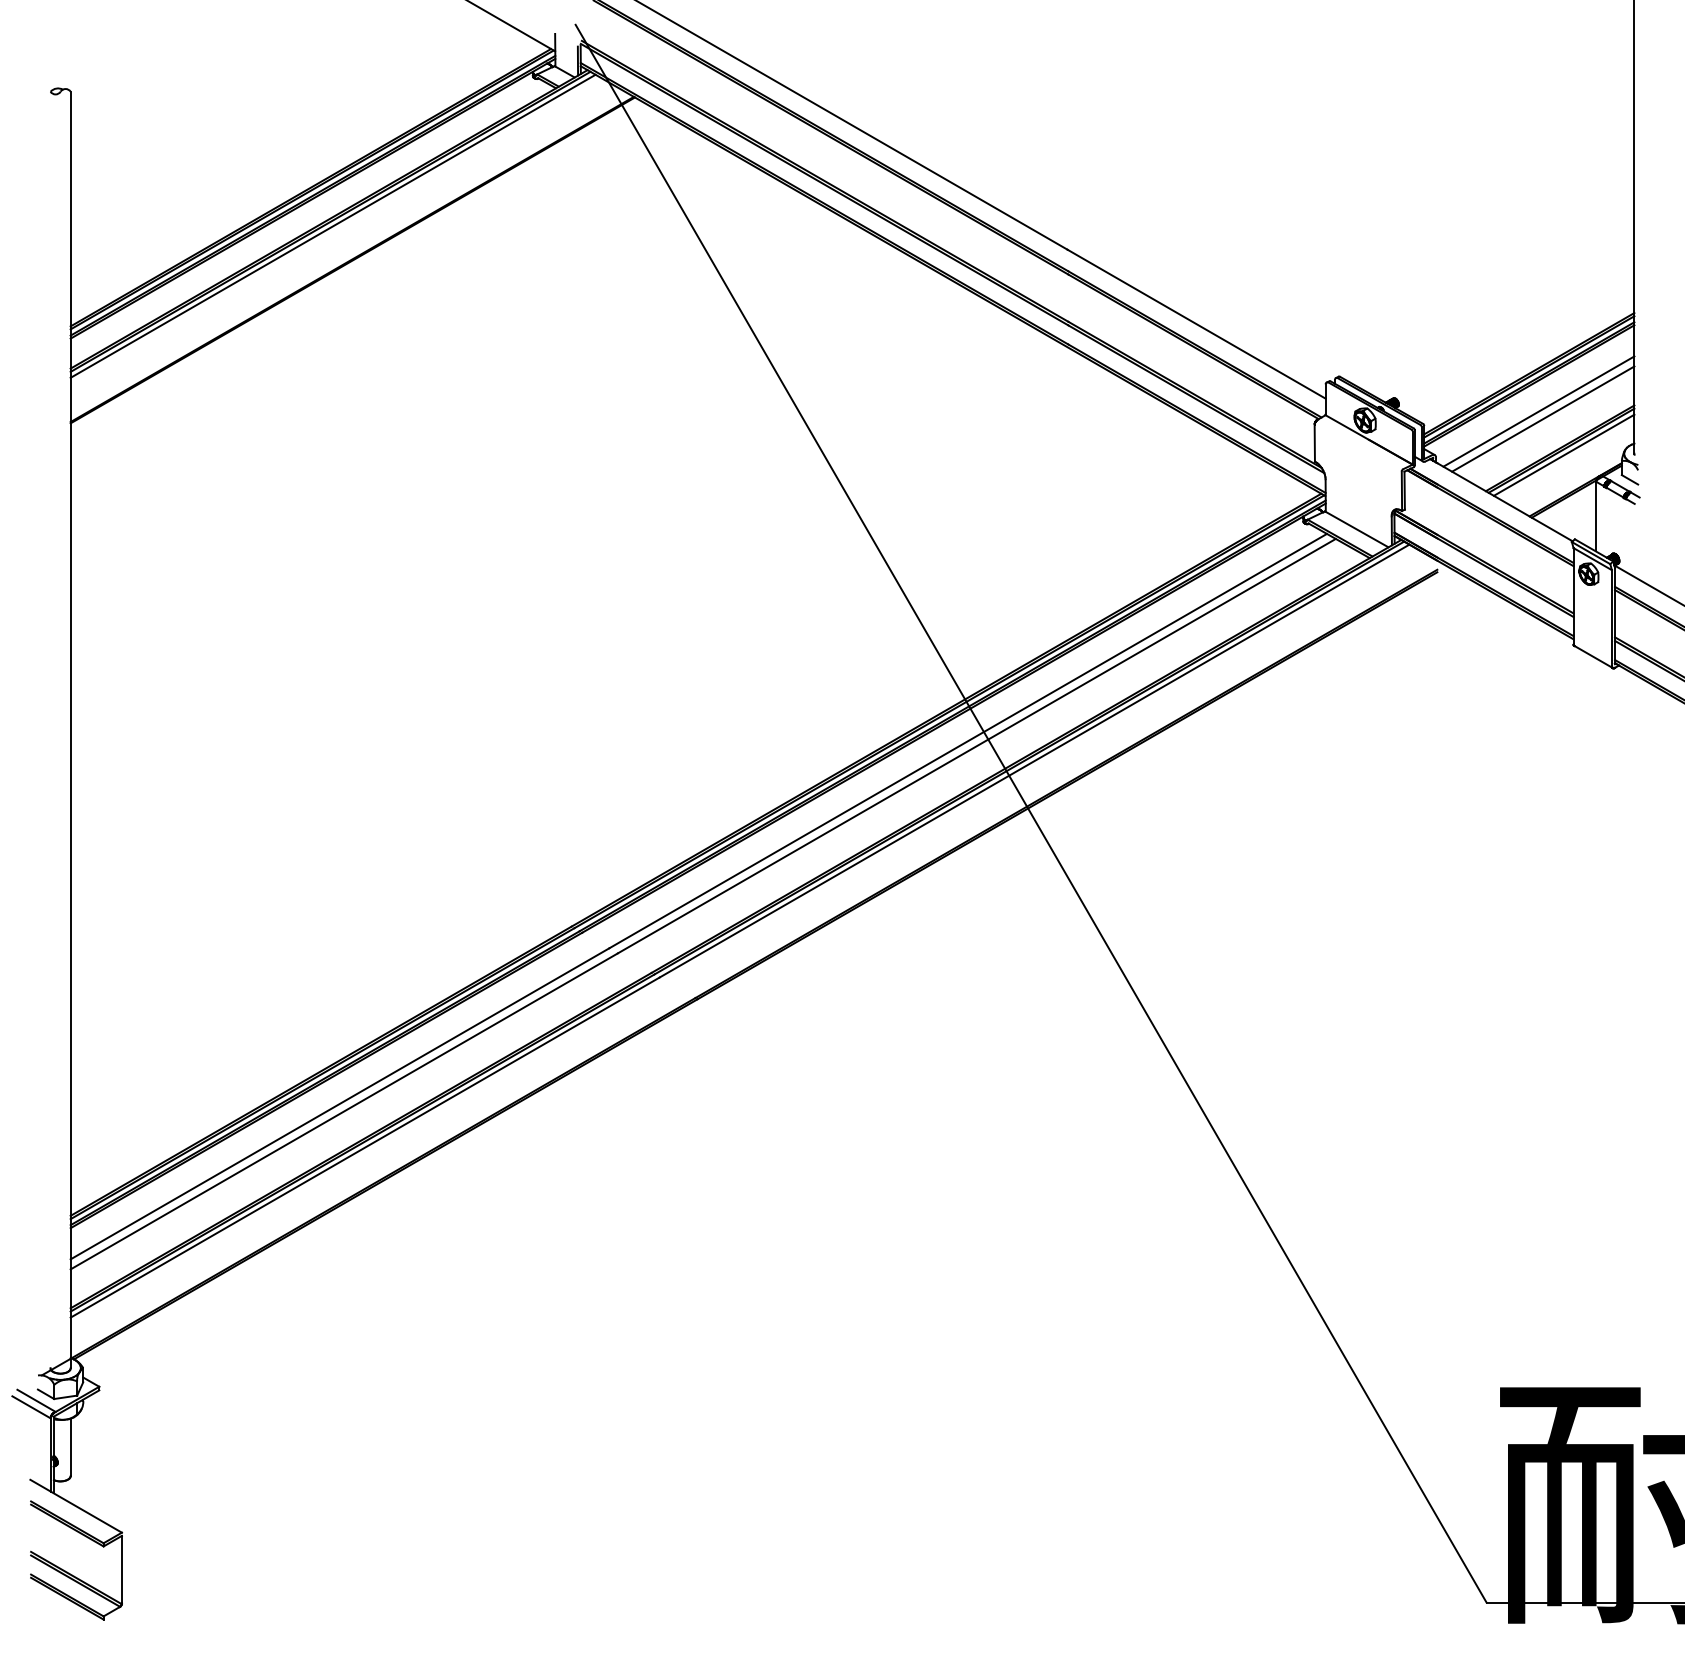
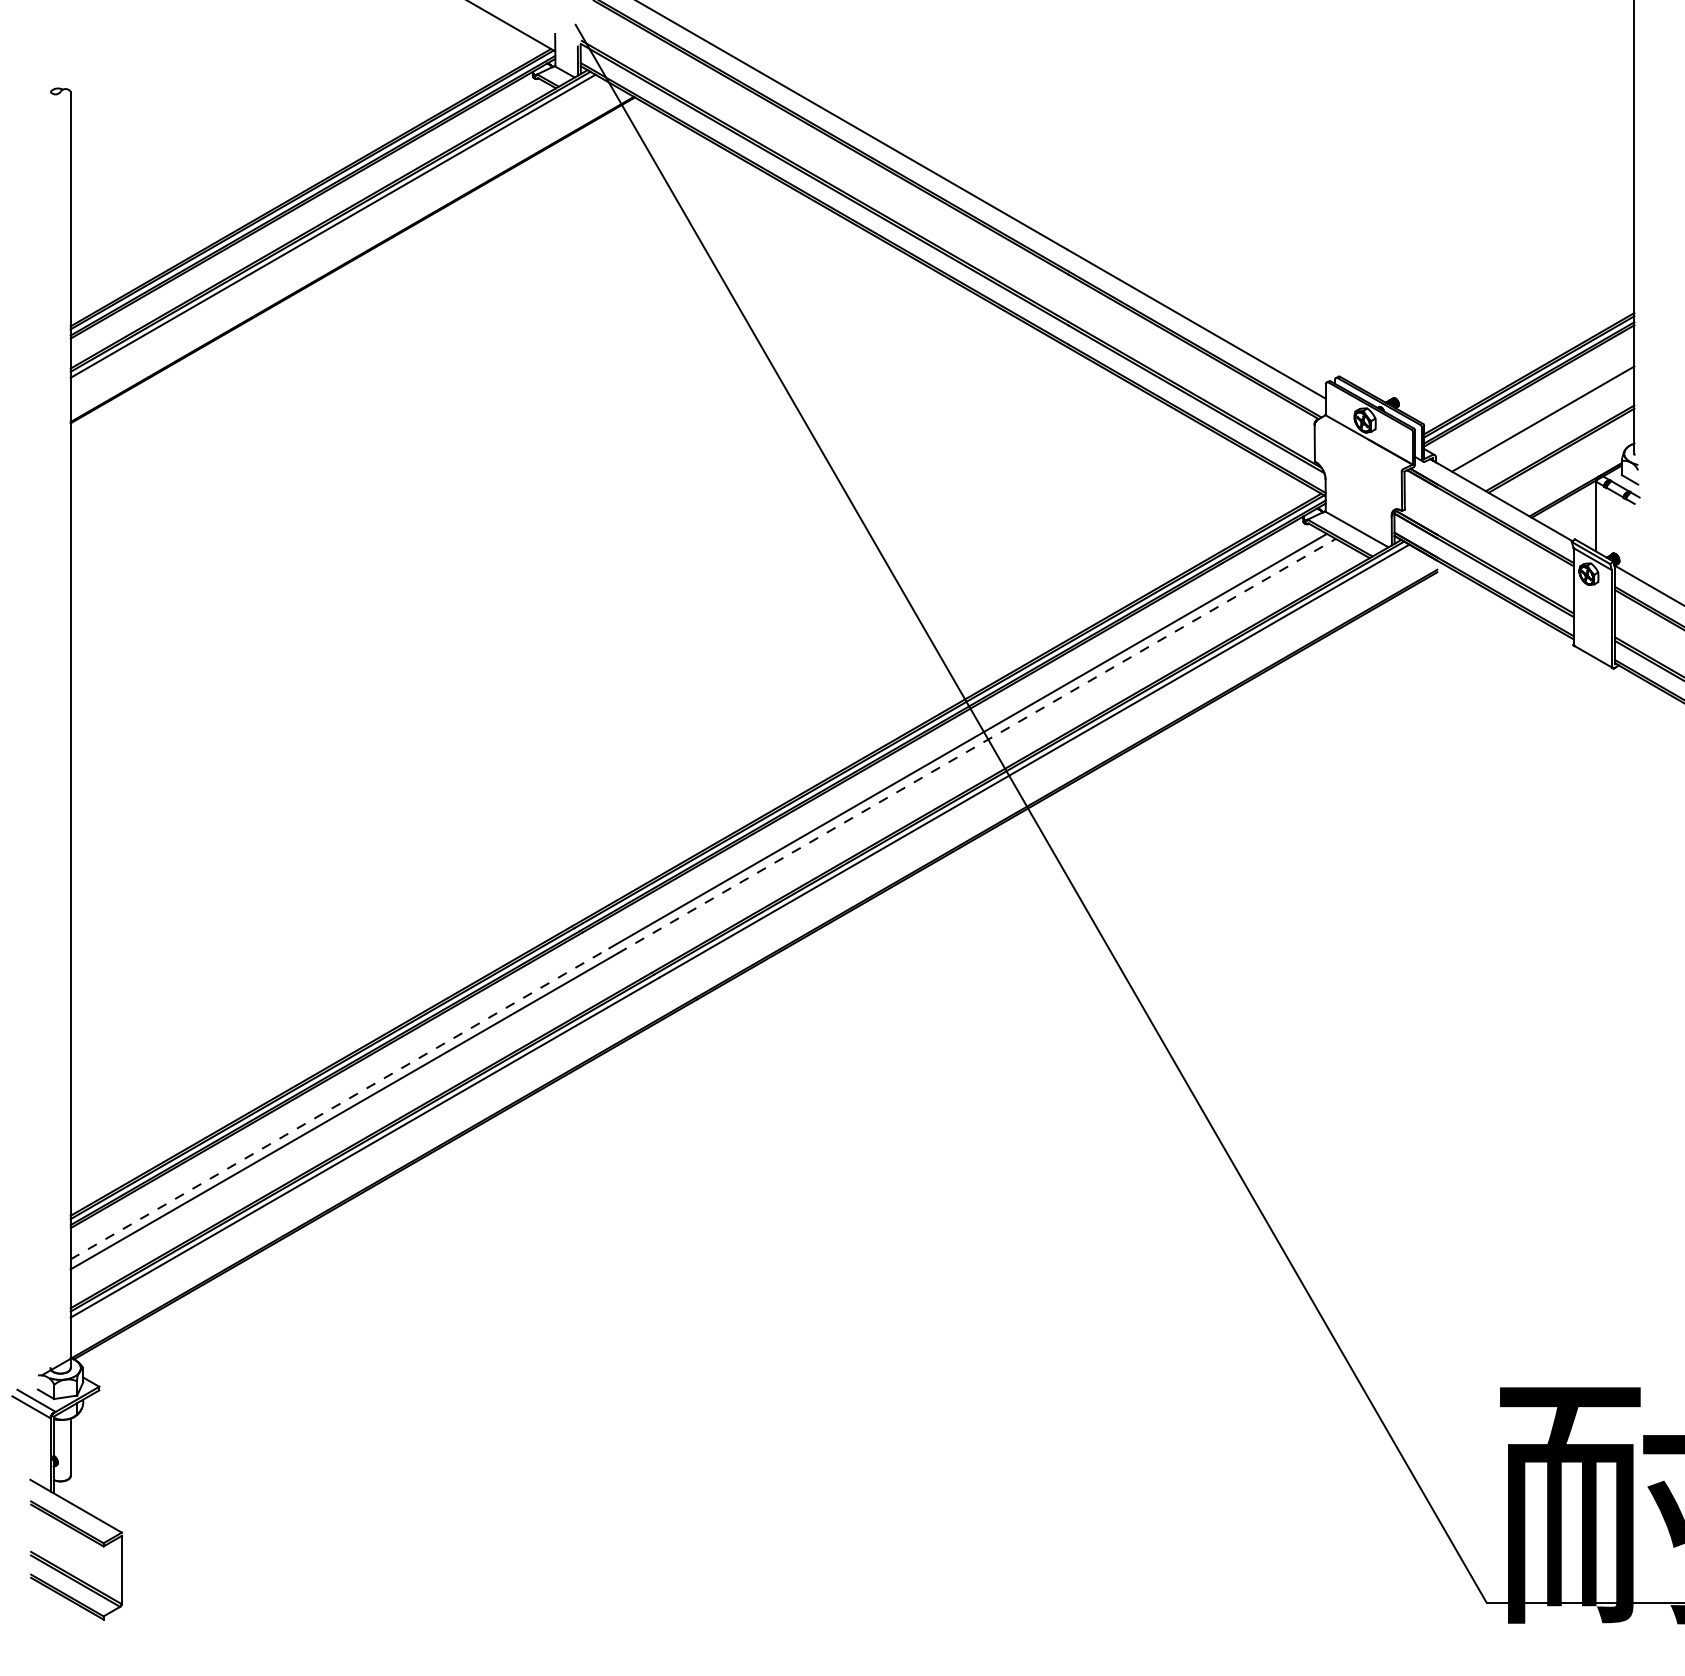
line at (1538, 411): present -> none
line at (1563, 454): present -> none
line at (977, 745): solid -> dashed
line at (339, 1103): solid -> dashed
